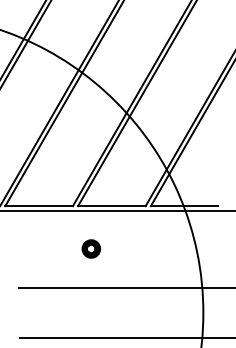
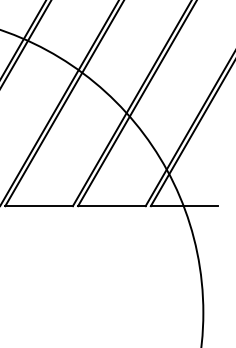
line at (117, 210): present -> none
part at (90, 248): present -> none
line at (125, 287): present -> none
line at (125, 338): present -> none
